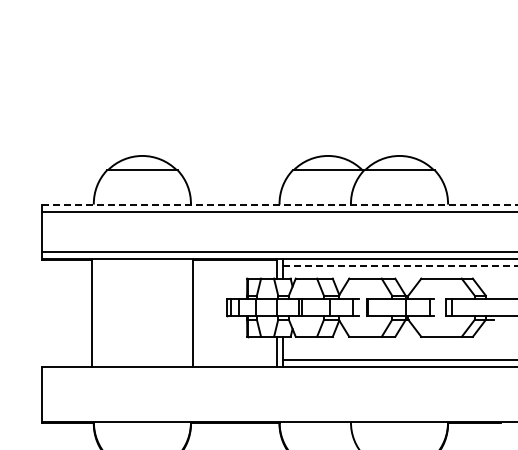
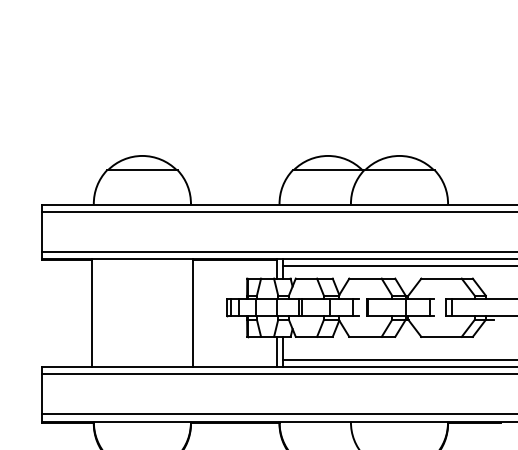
line at (280, 204): dashed -> solid
line at (400, 265): dashed -> solid
line at (278, 374): none -> present
line at (278, 414): none -> present
